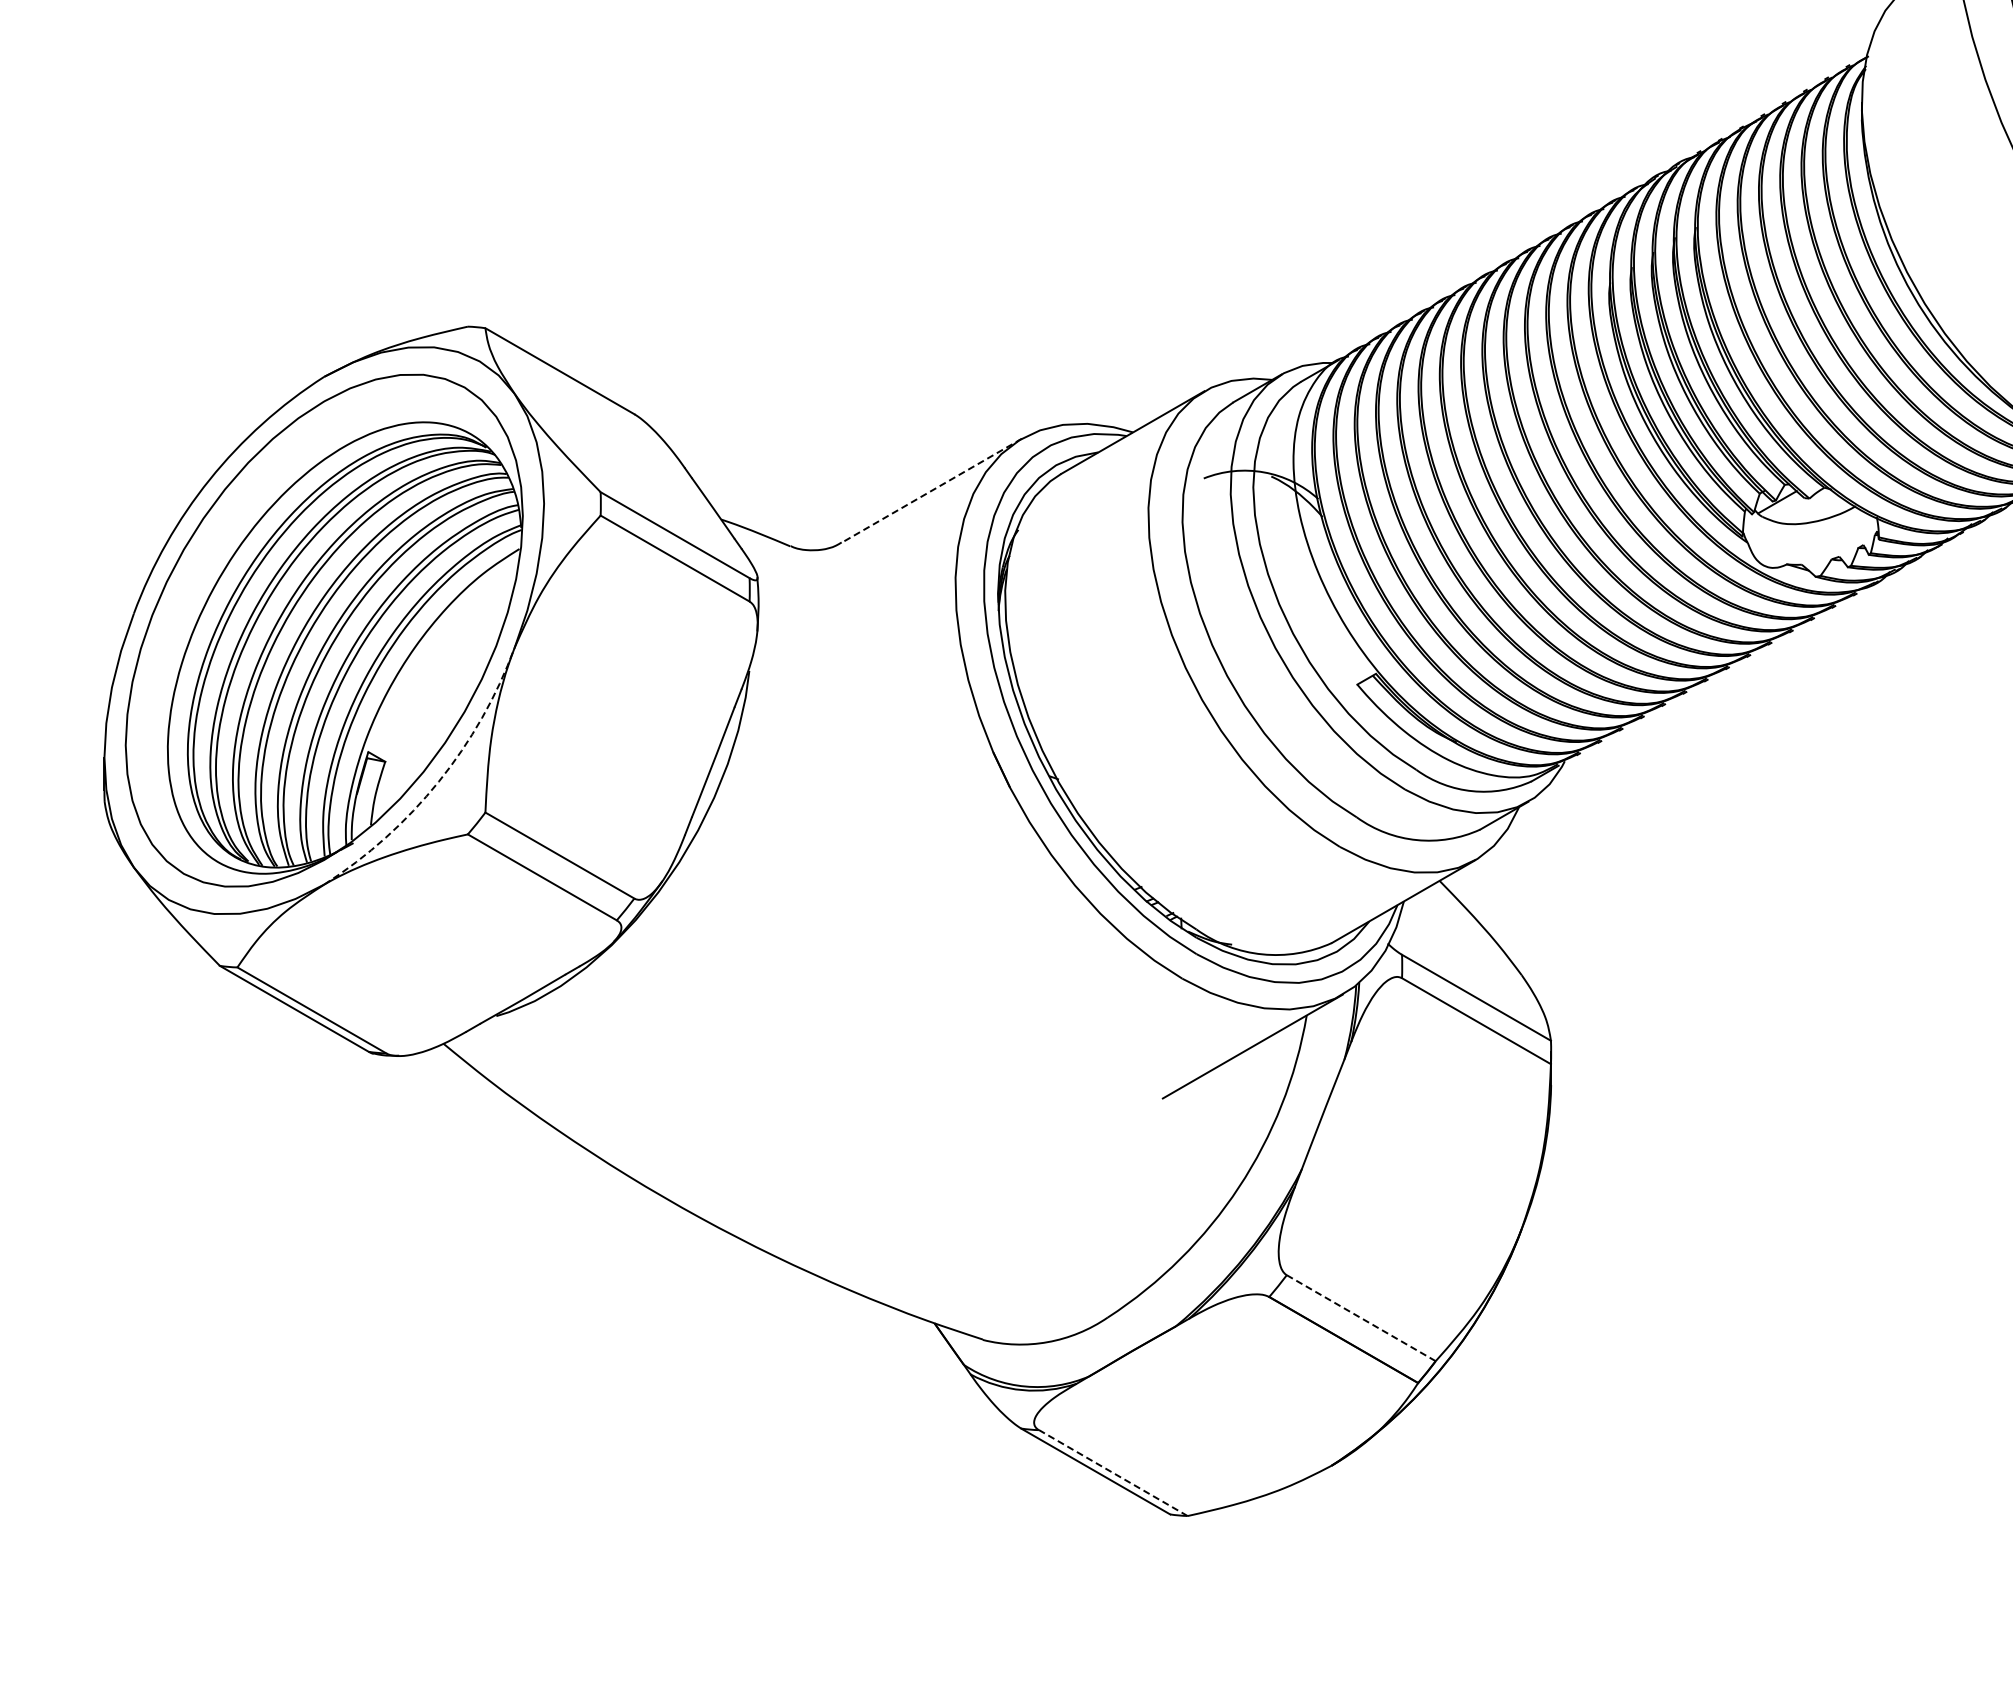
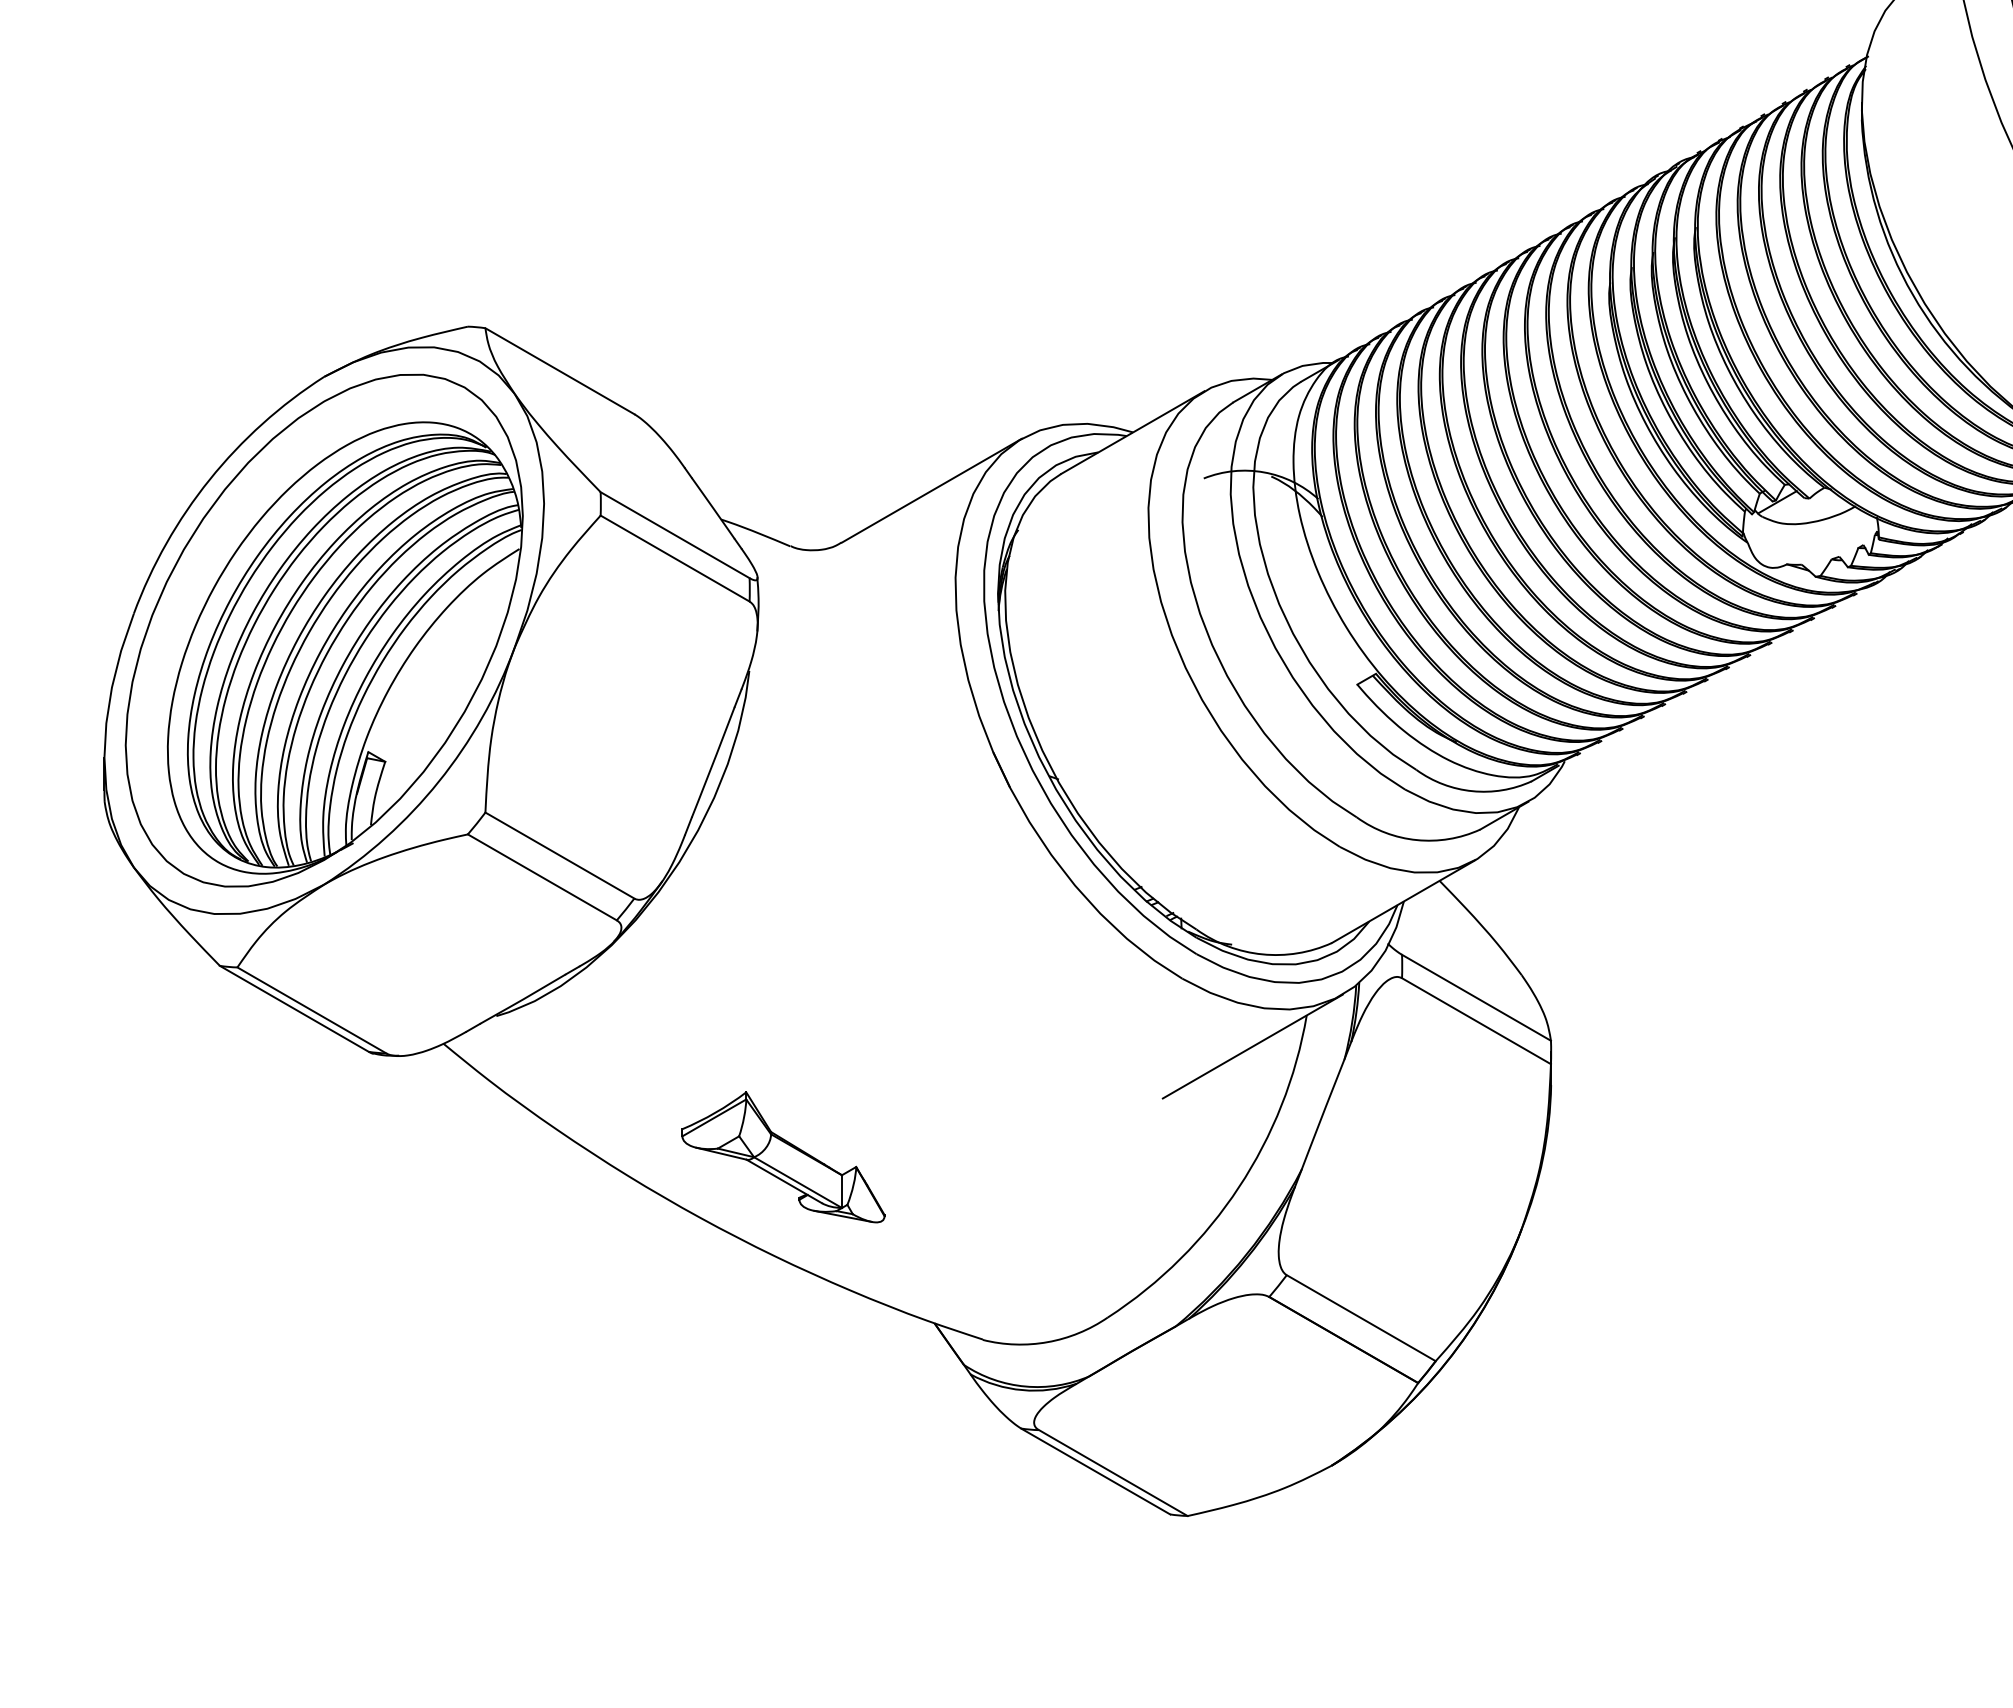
line at (931, 490): dashed -> solid
arc at (438, 781): dashed -> solid
part at (783, 1157): none -> present
line at (1361, 1318): dashed -> solid
line at (1113, 1473): dashed -> solid
